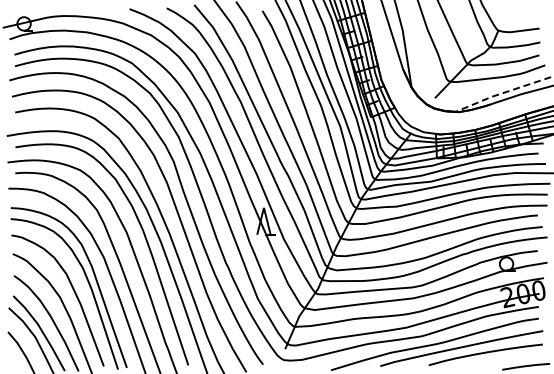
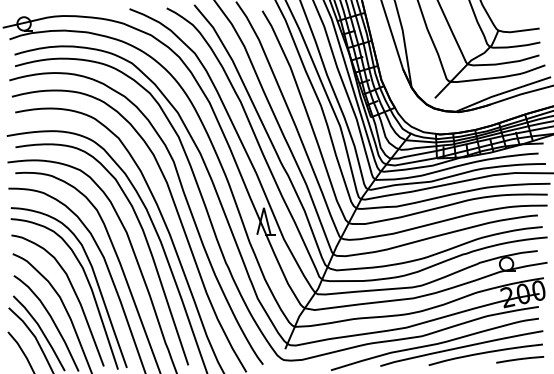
line at (501, 93): dashed -> solid
line at (526, 366) position: (526, 366) -> (520, 359)
